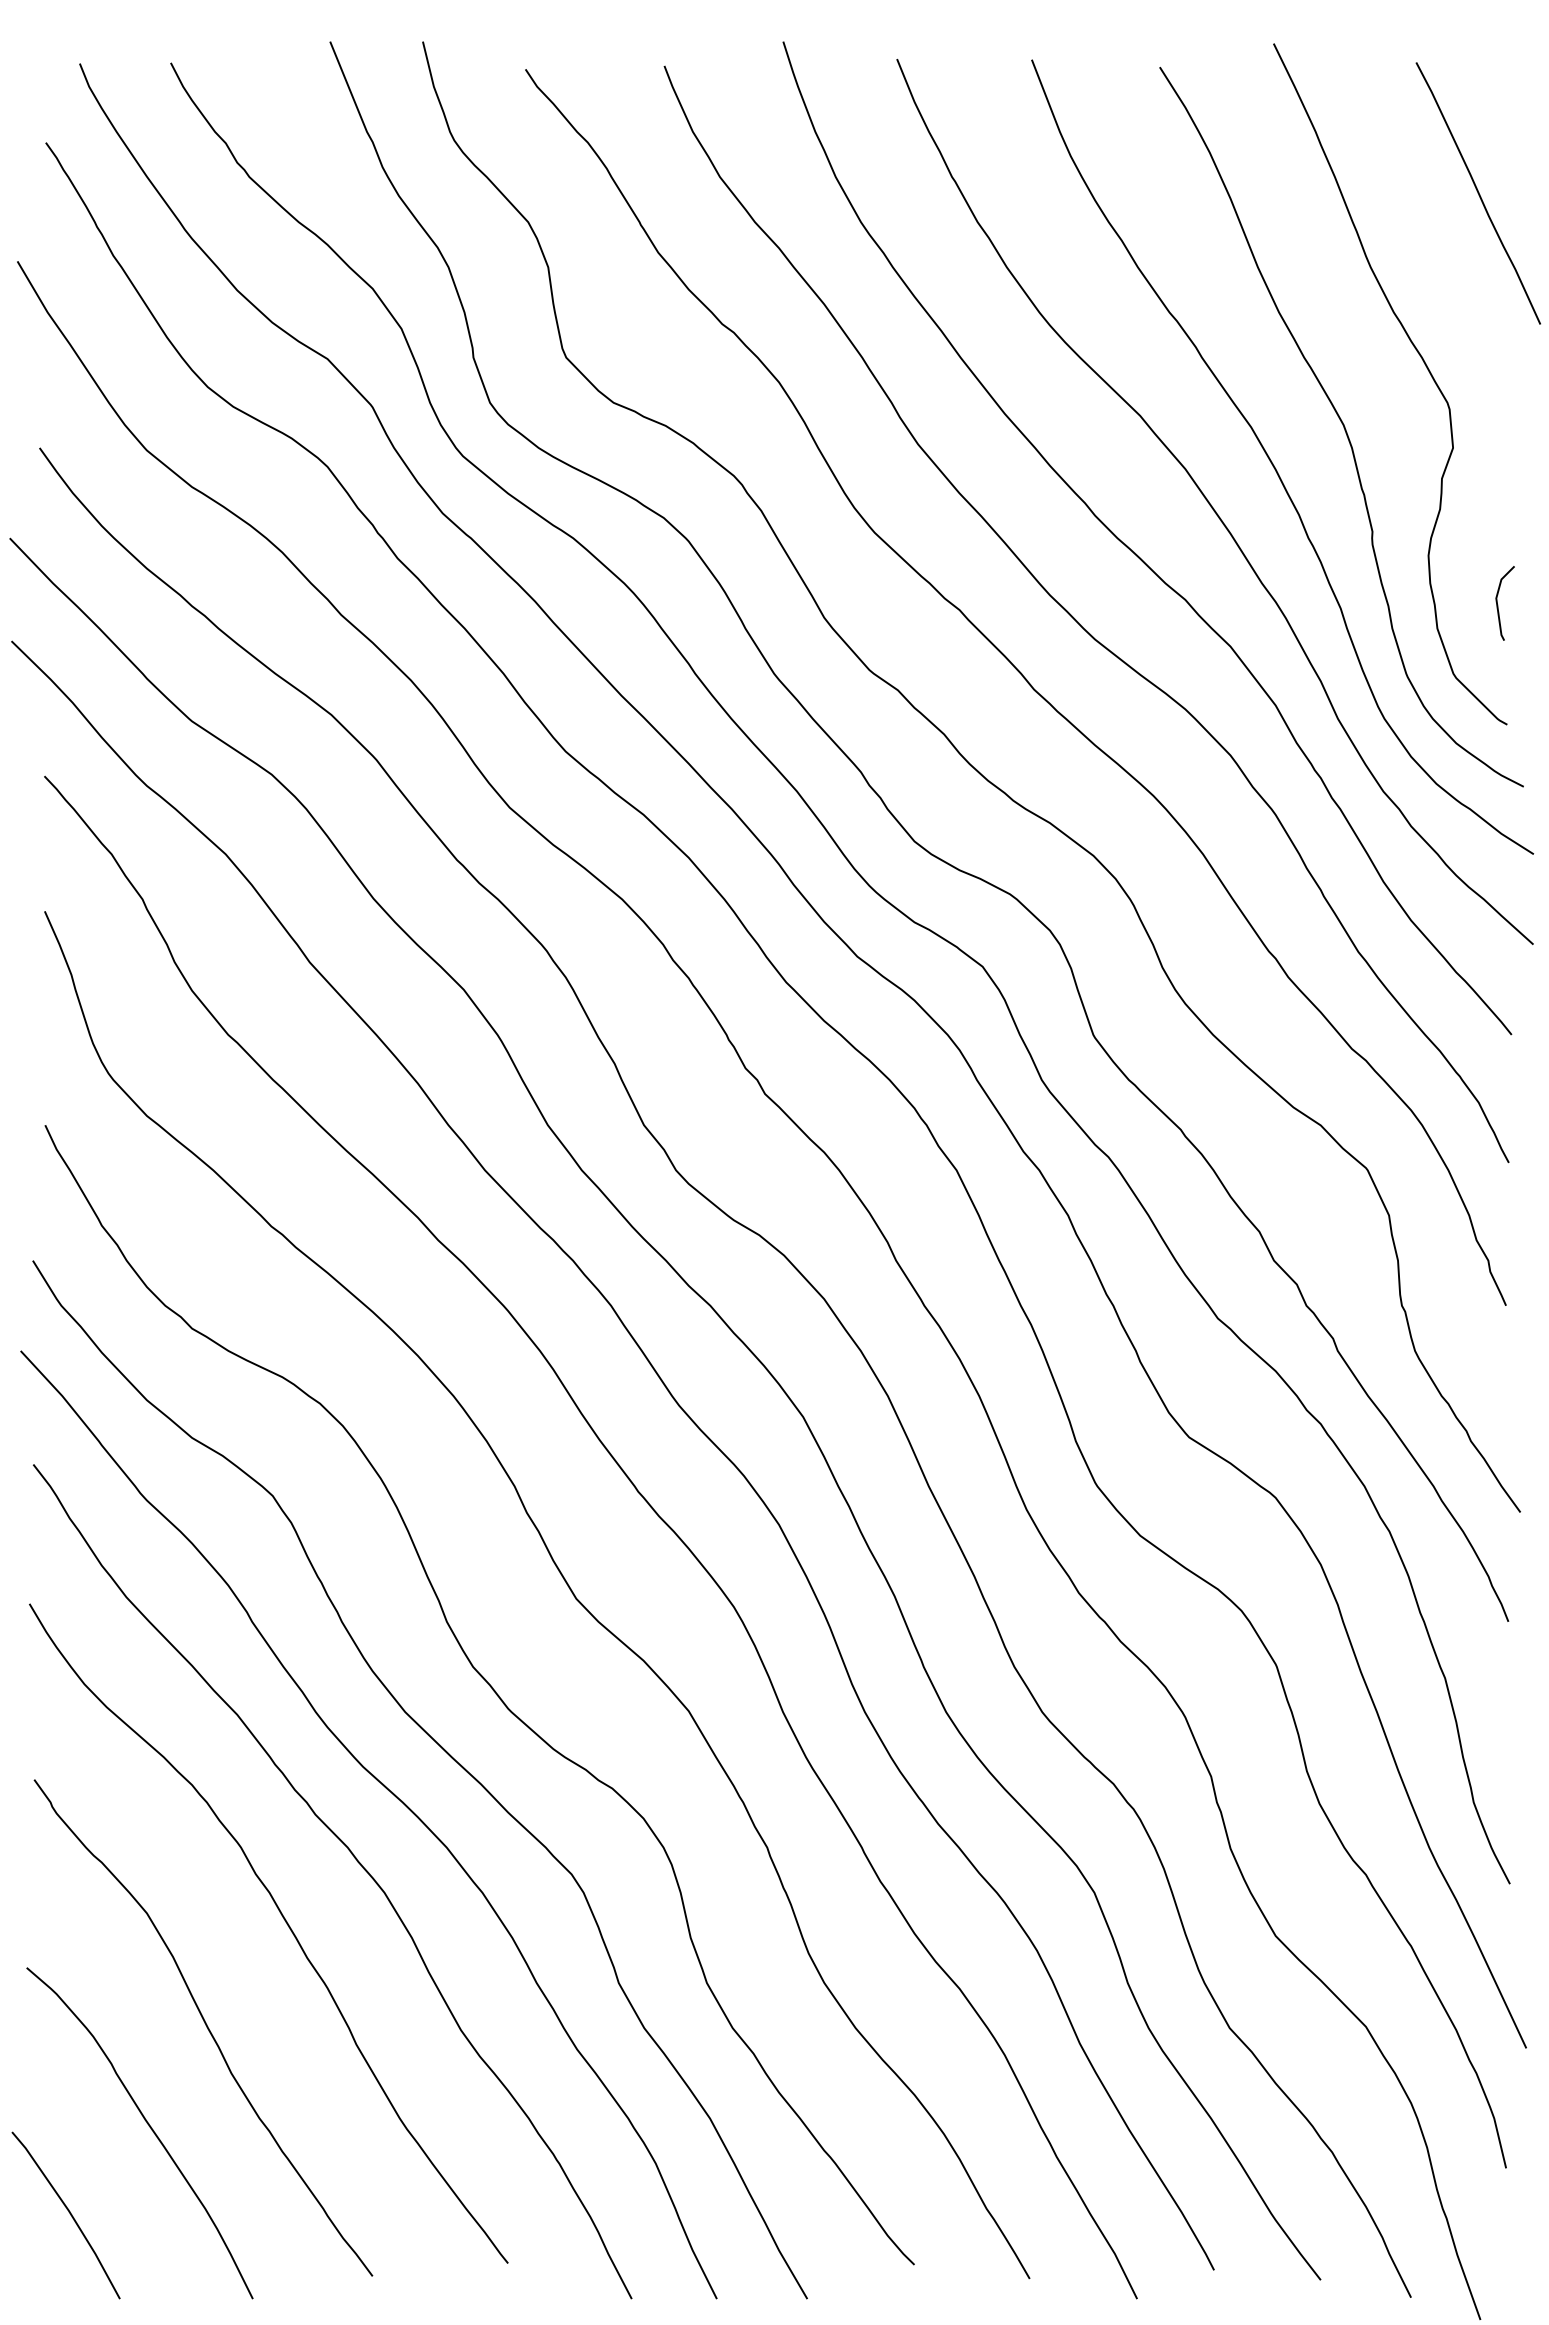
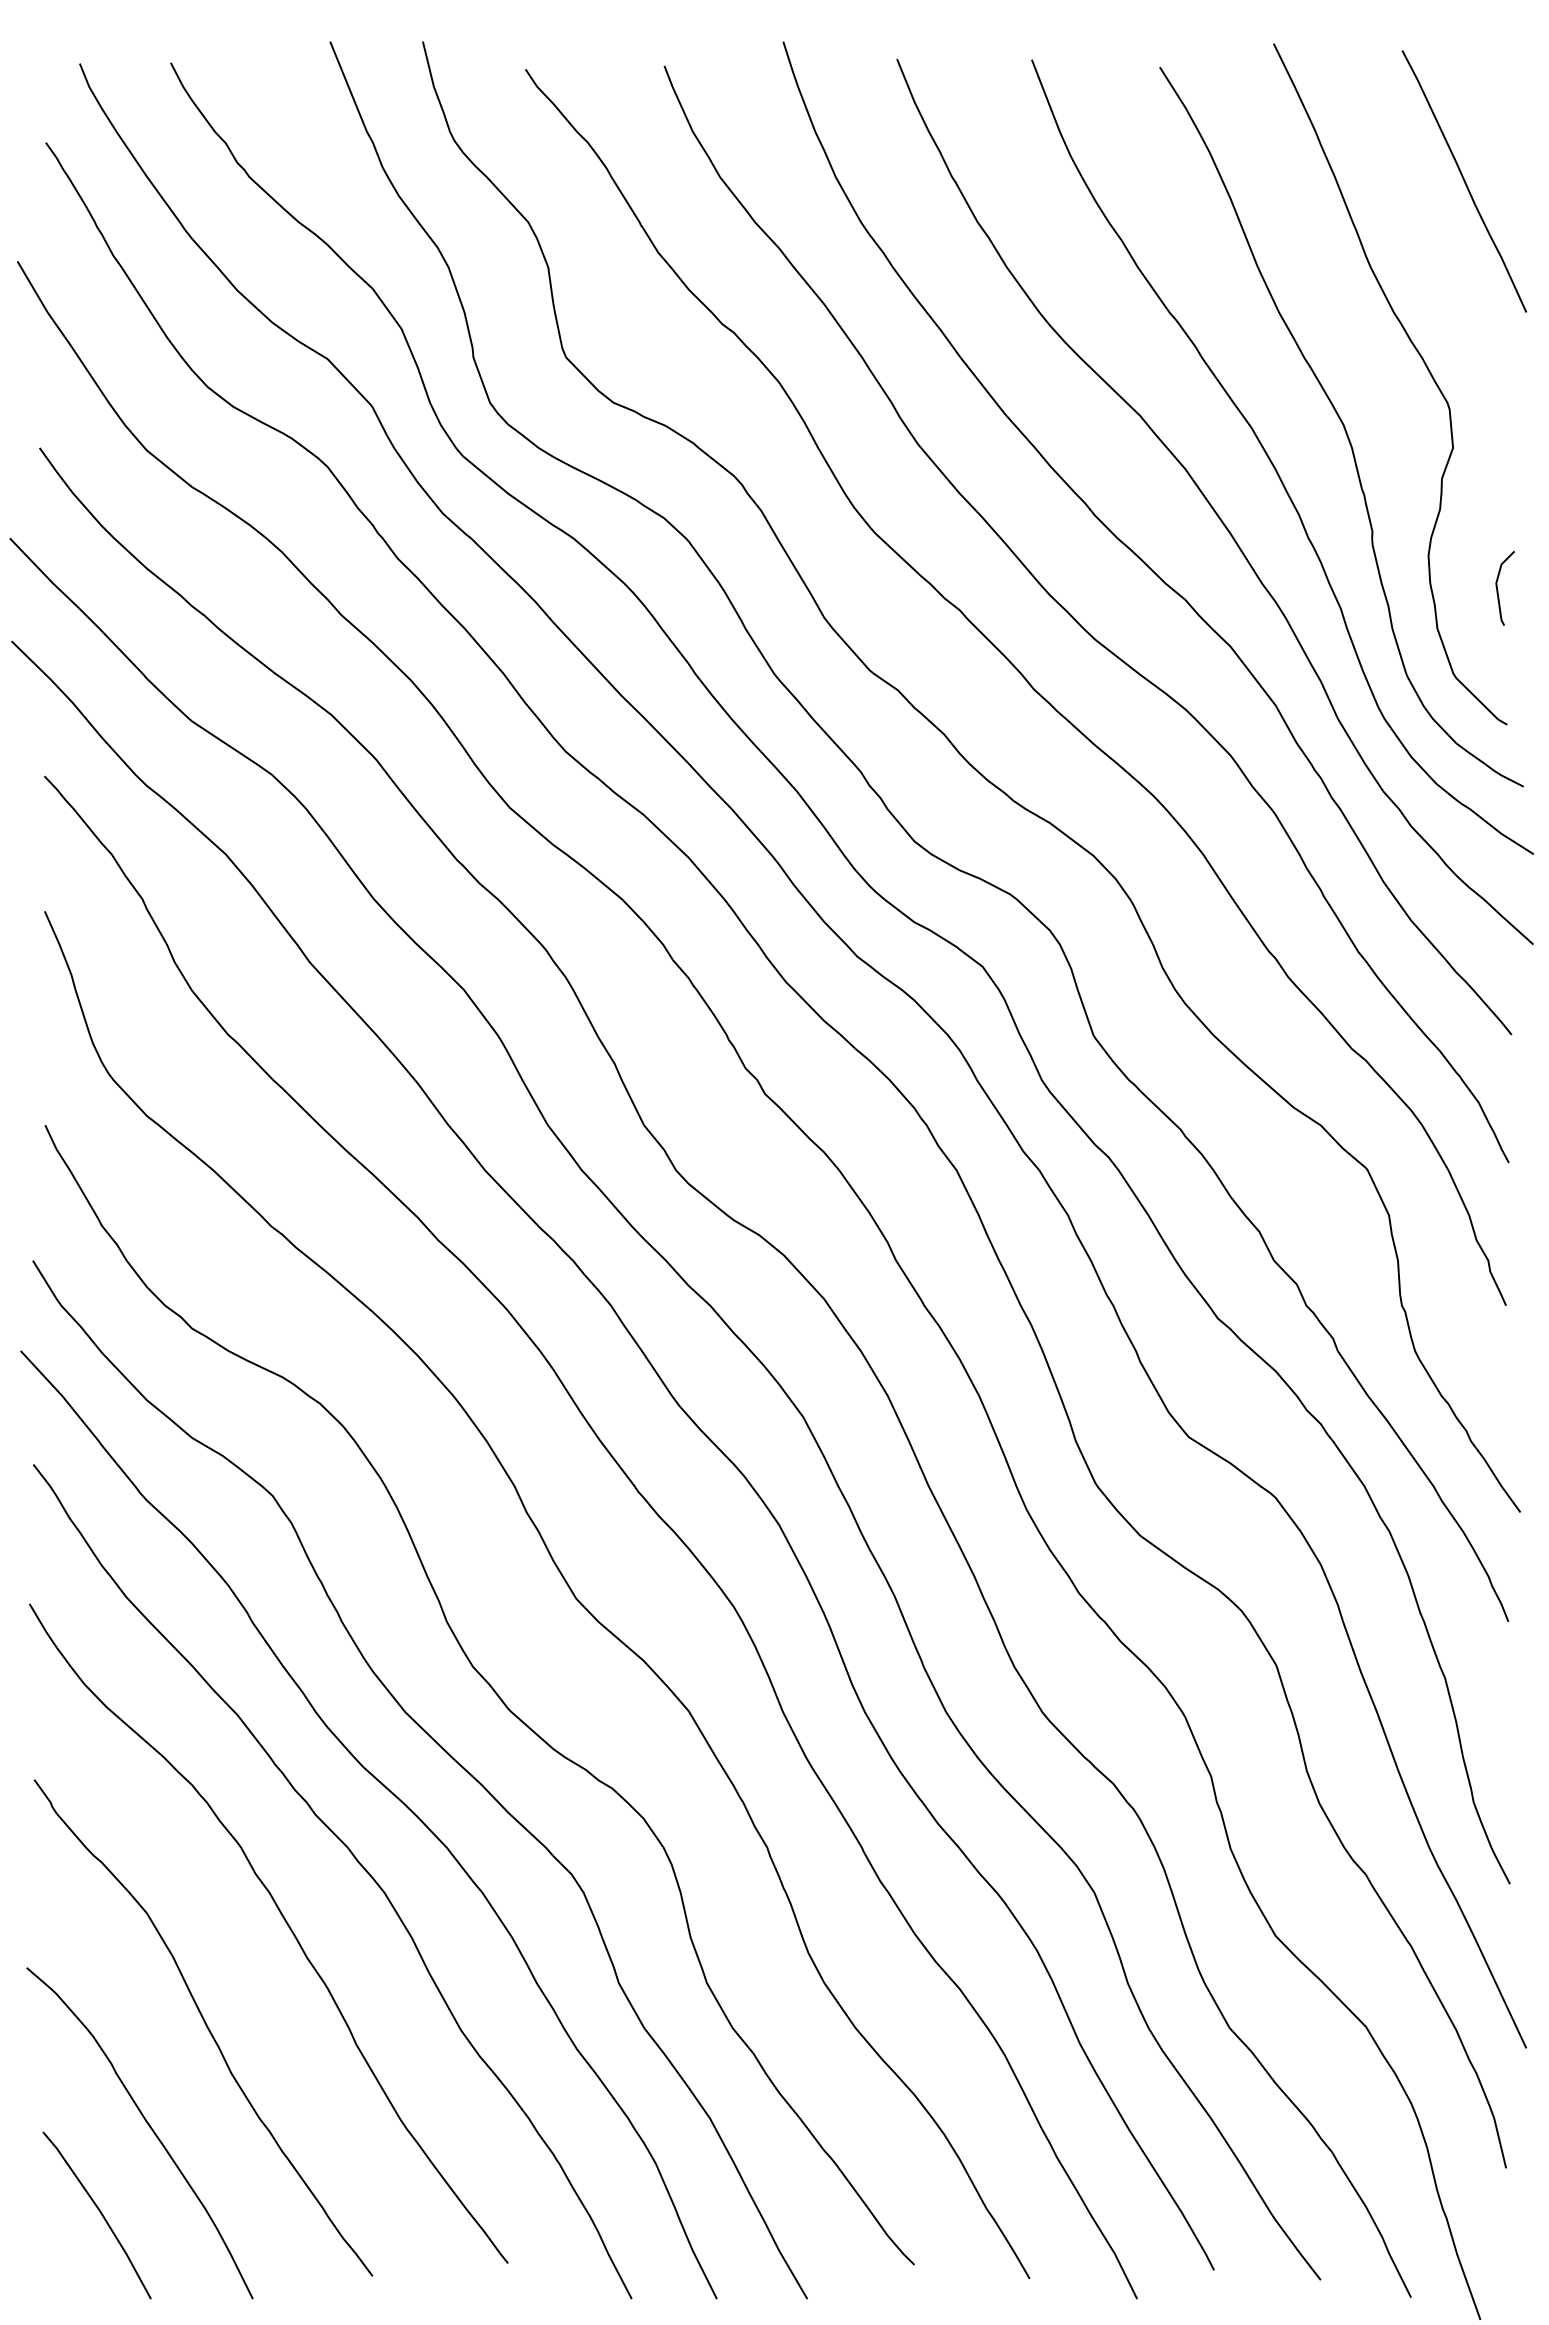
curve at (1477, 193) position: (1477, 193) -> (1463, 181)
line at (1498, 604) position: (1498, 604) -> (1498, 589)
line at (68, 2212) position: (68, 2212) -> (99, 2212)
